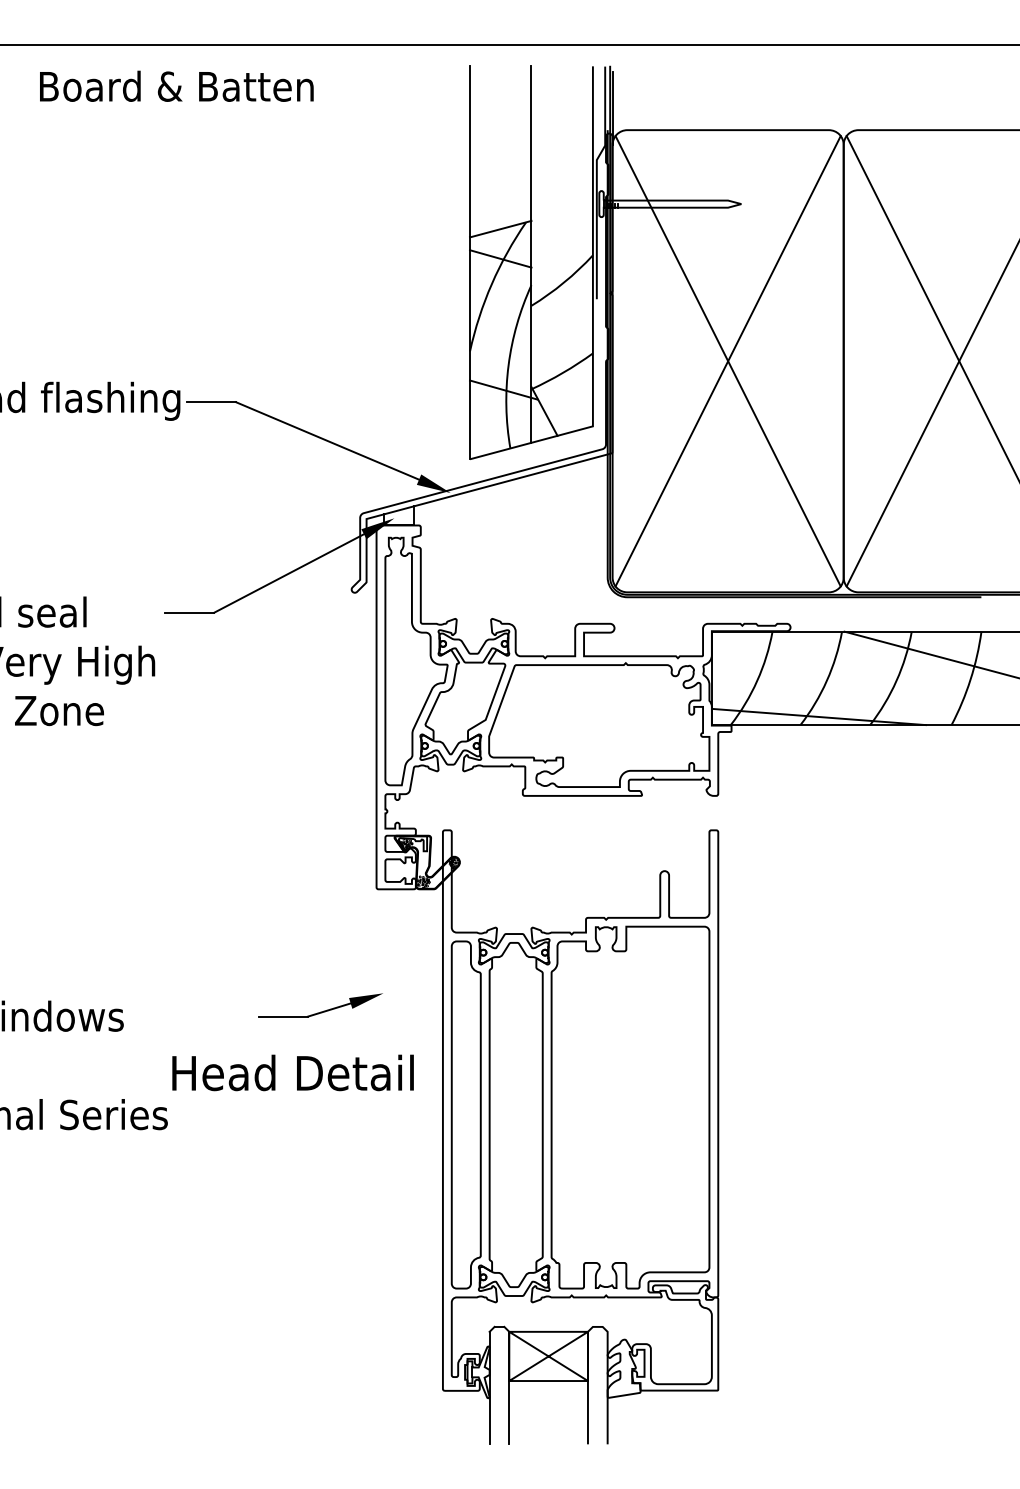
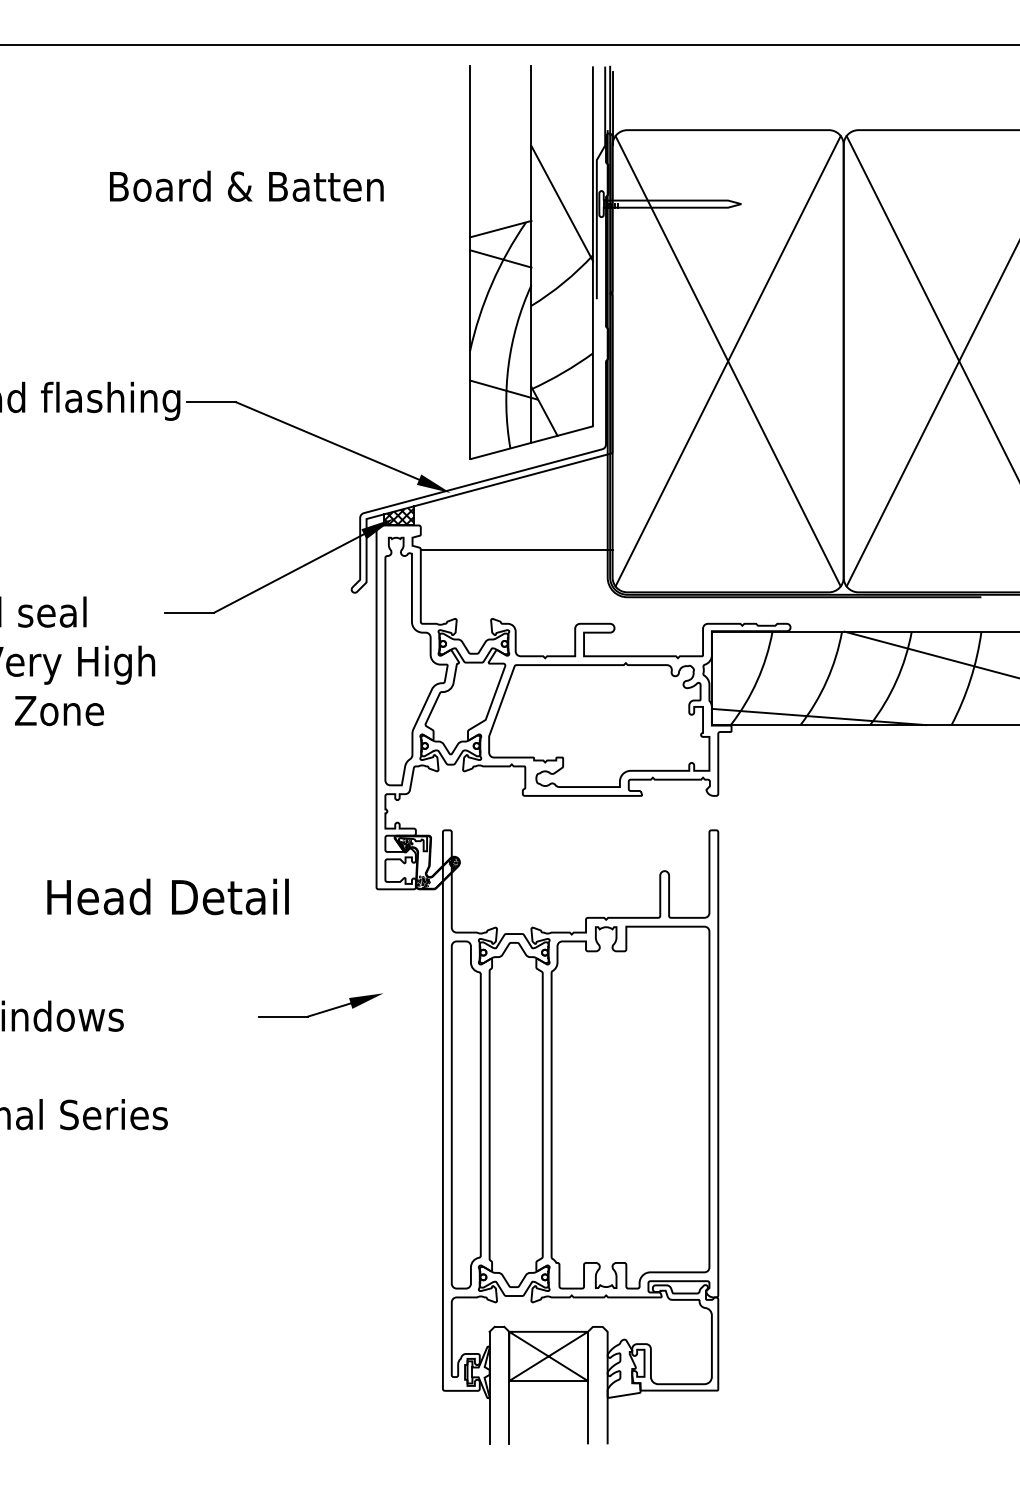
text at (176, 85) position: (176, 85) -> (246, 185)
line at (561, 203): none -> present
hatch at (398, 516): none -> present
line at (516, 549): none -> present
text at (292, 1072) position: (292, 1072) -> (167, 896)
